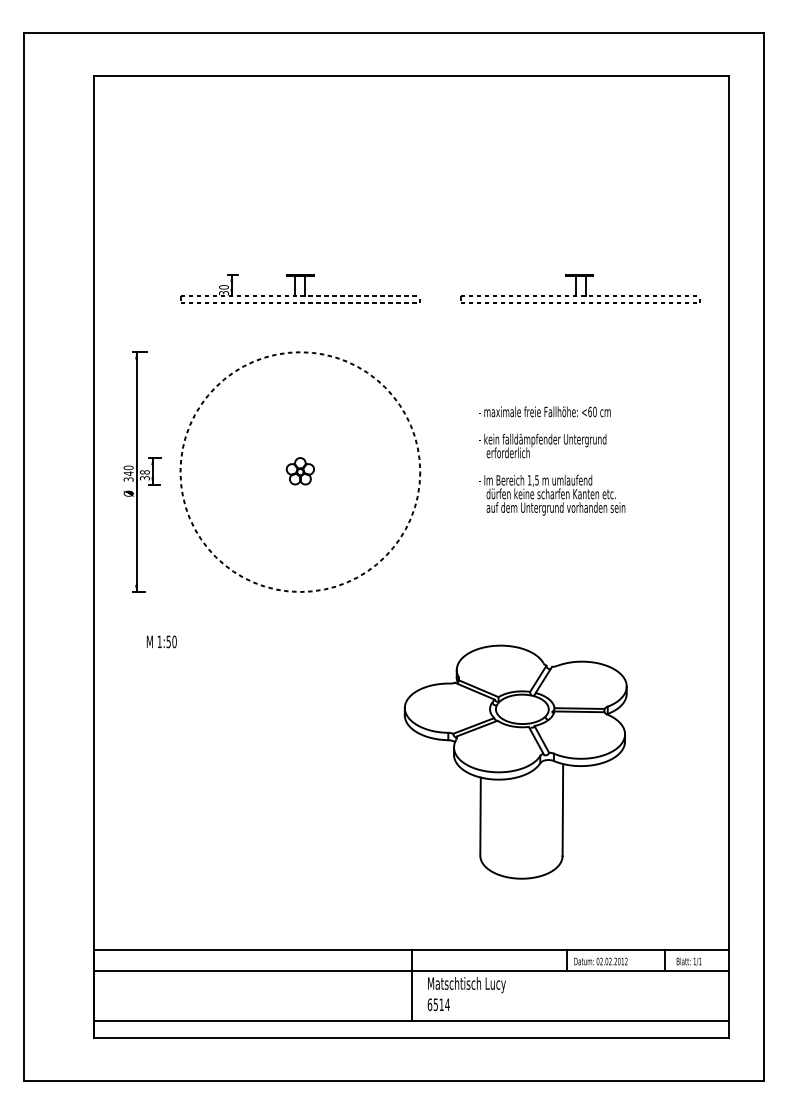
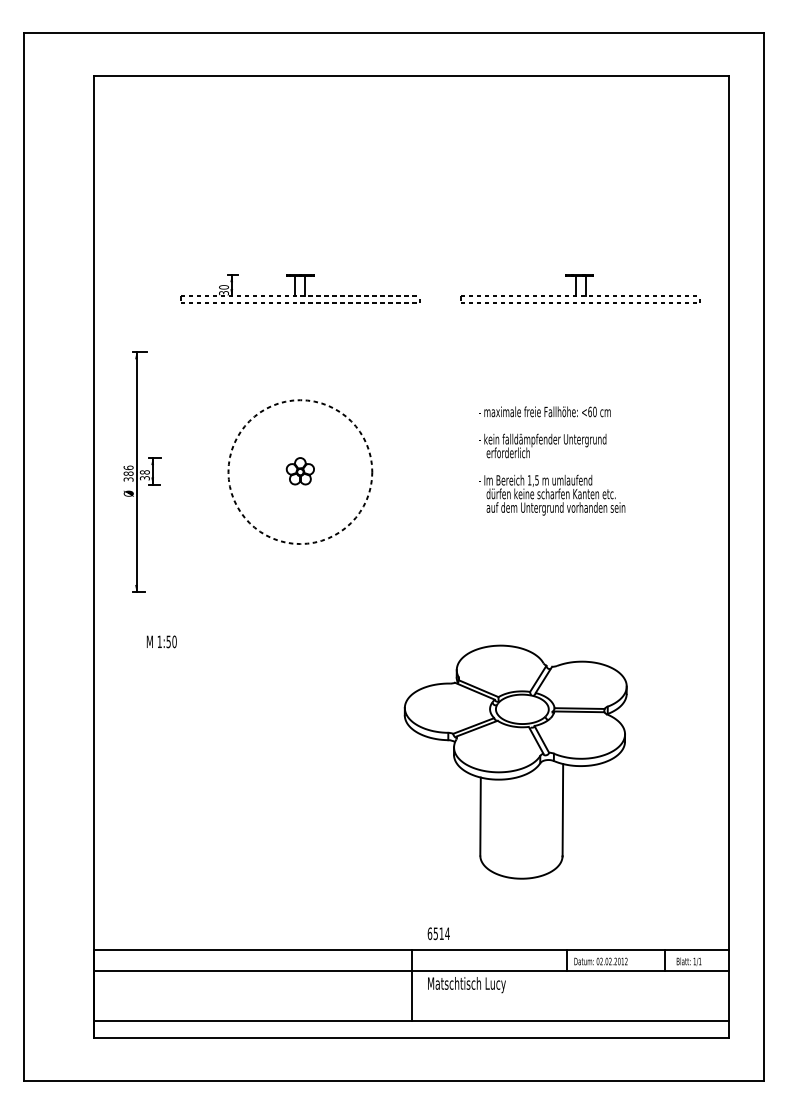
text at (128, 470): 340 -> 386
circle at (300, 472) diameter: 240 px -> 144 px
text at (438, 1004) position: (438, 1004) -> (438, 933)
